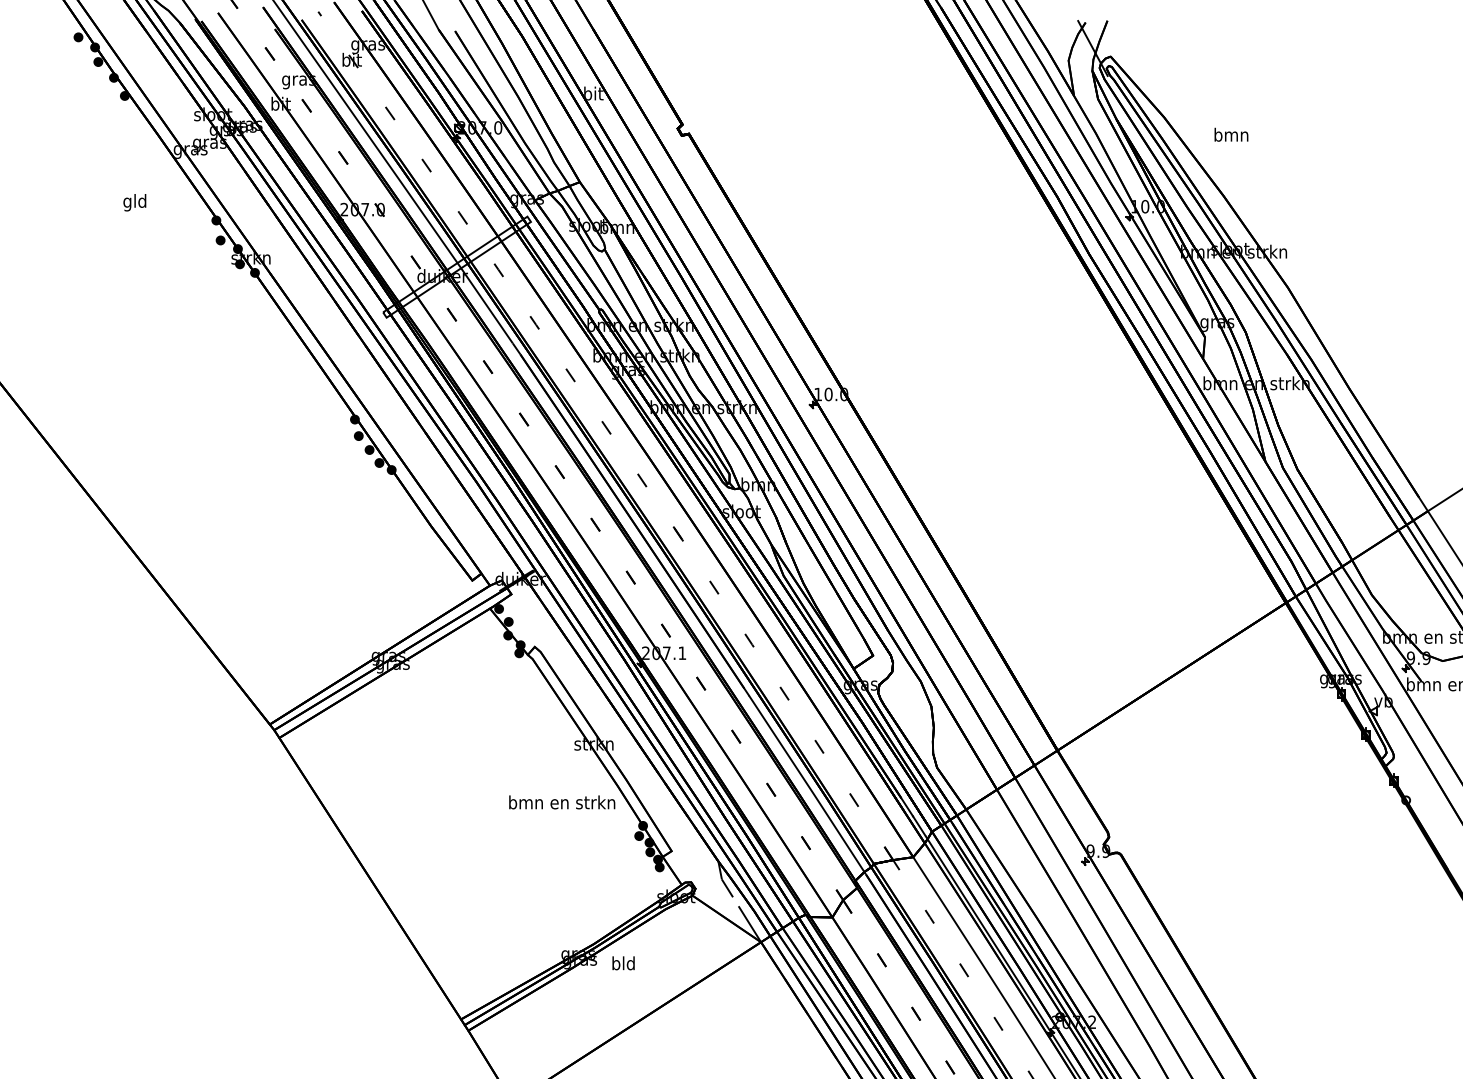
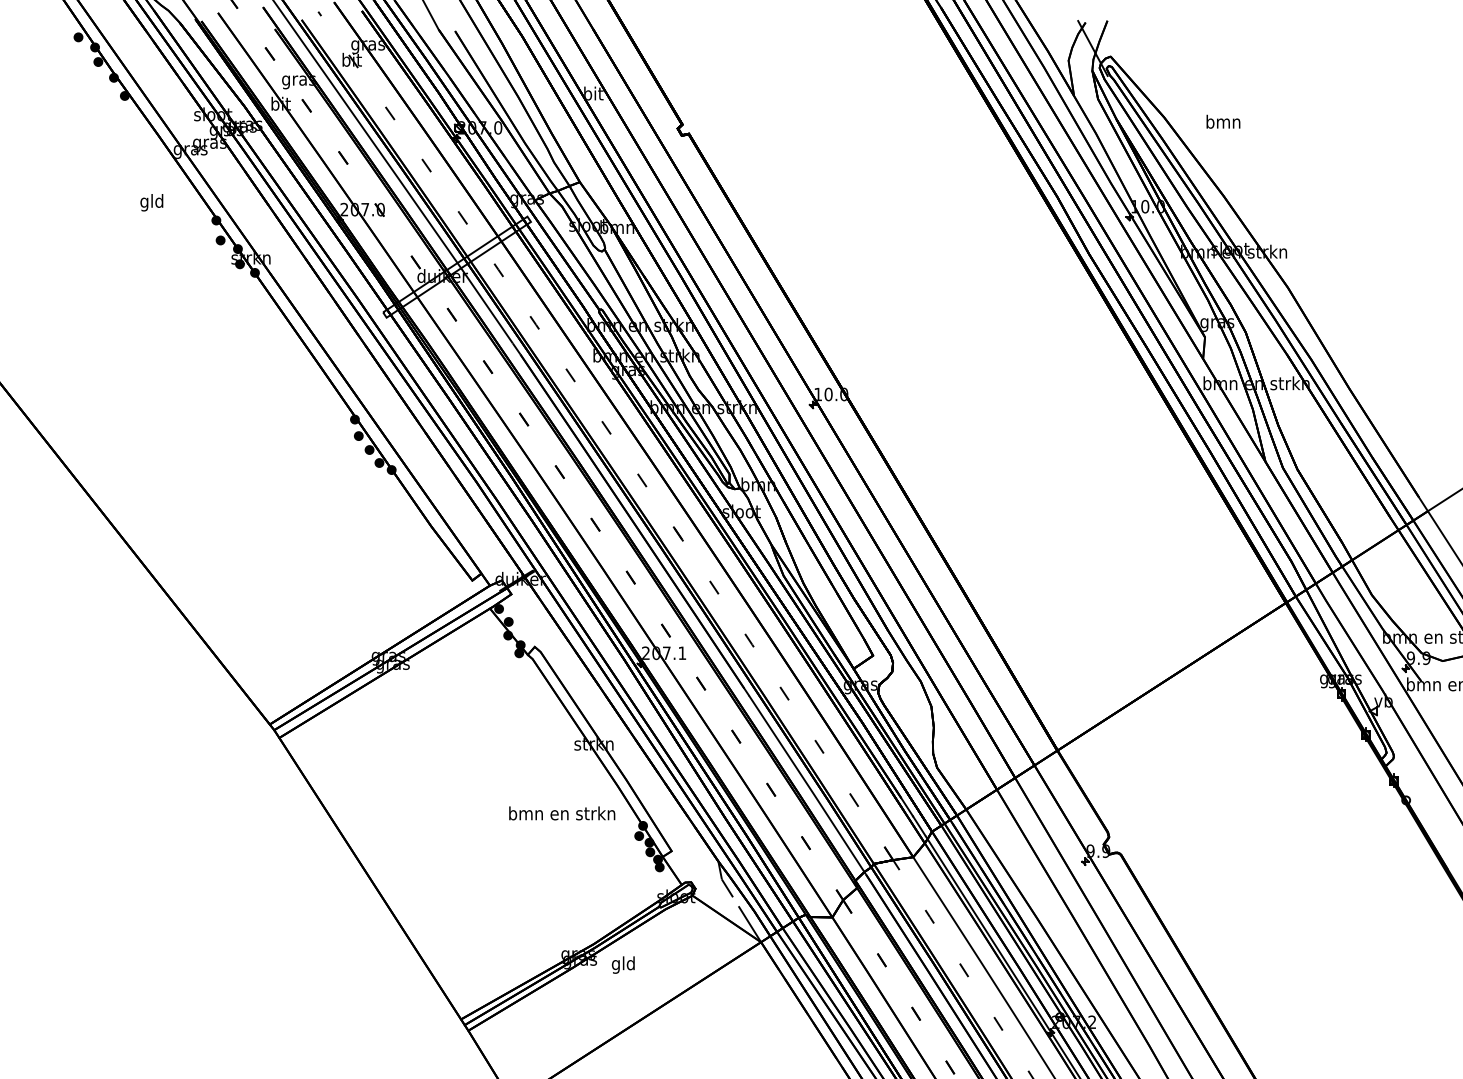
text at (1231, 134) position: (1231, 134) -> (1223, 121)
text at (134, 202) position: (134, 202) -> (151, 202)
text at (562, 802) position: (562, 802) -> (562, 813)
text at (615, 964): bld -> gld
